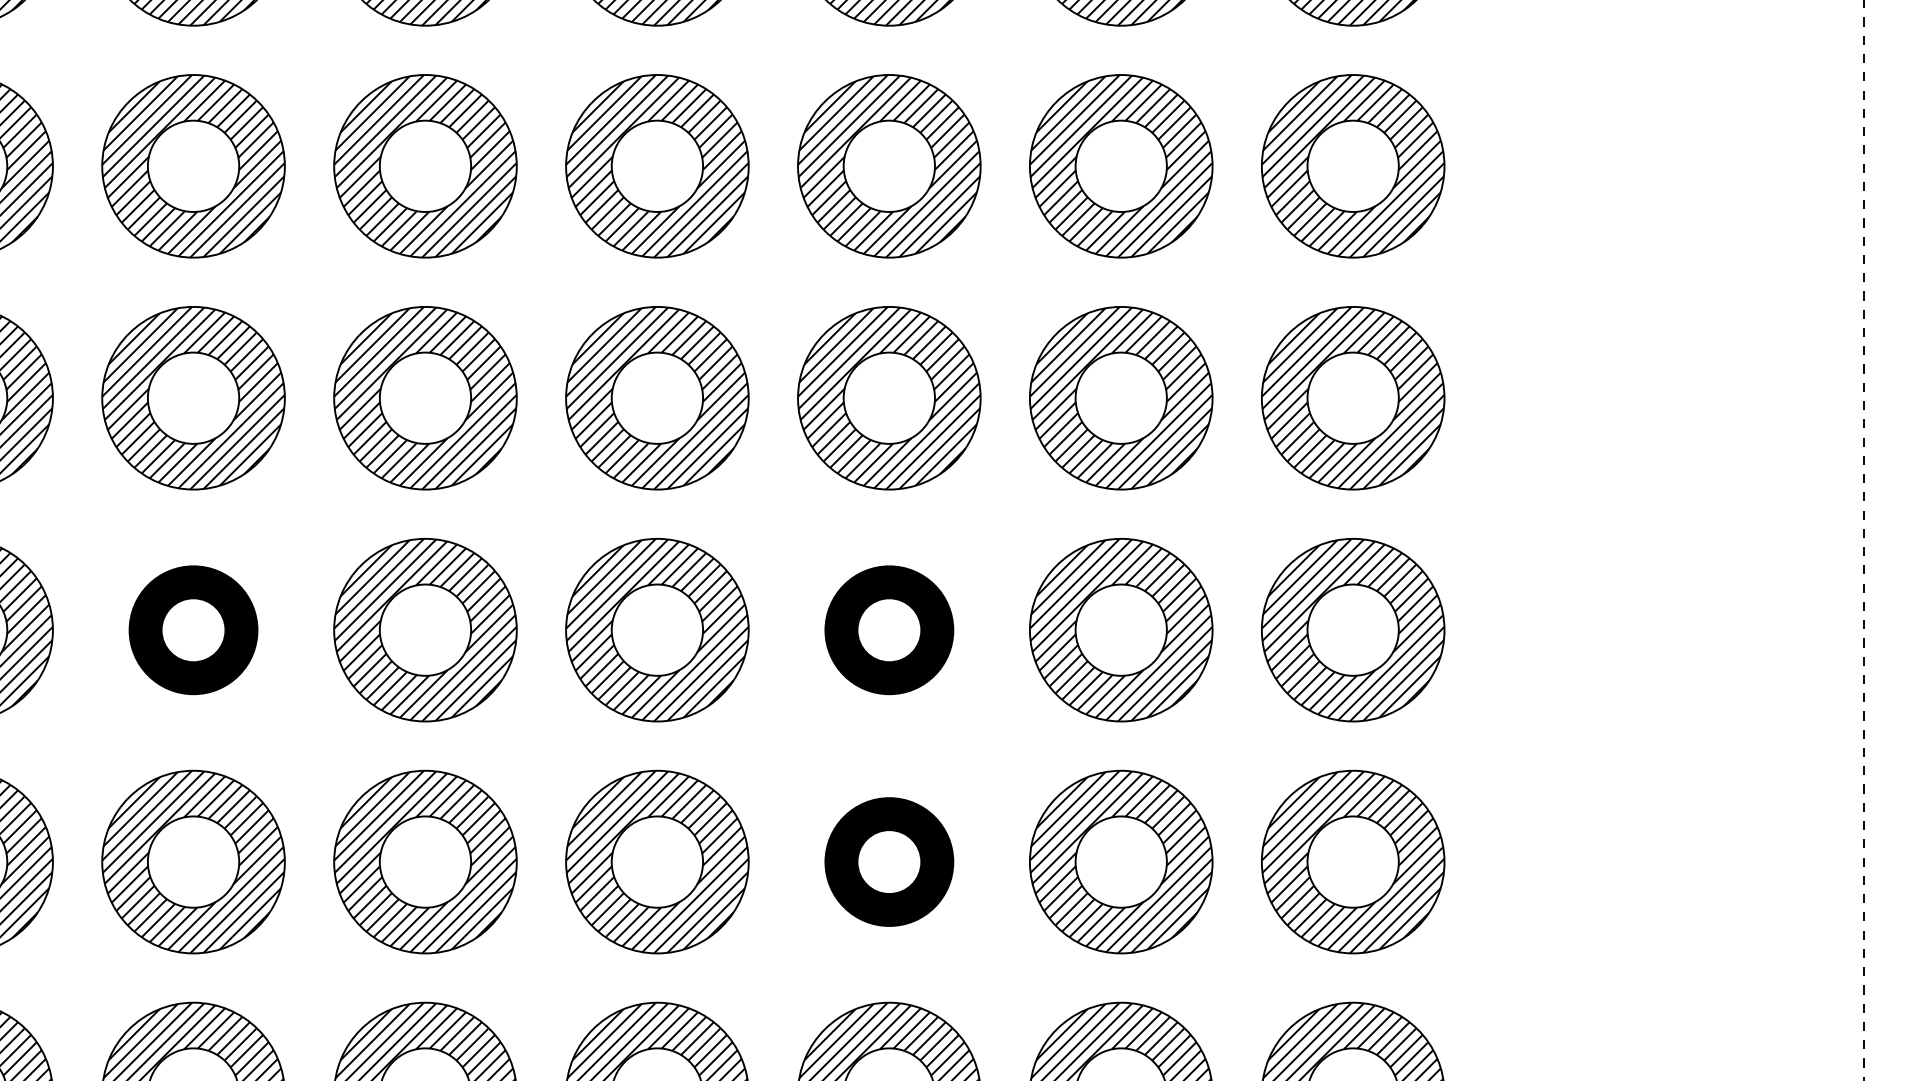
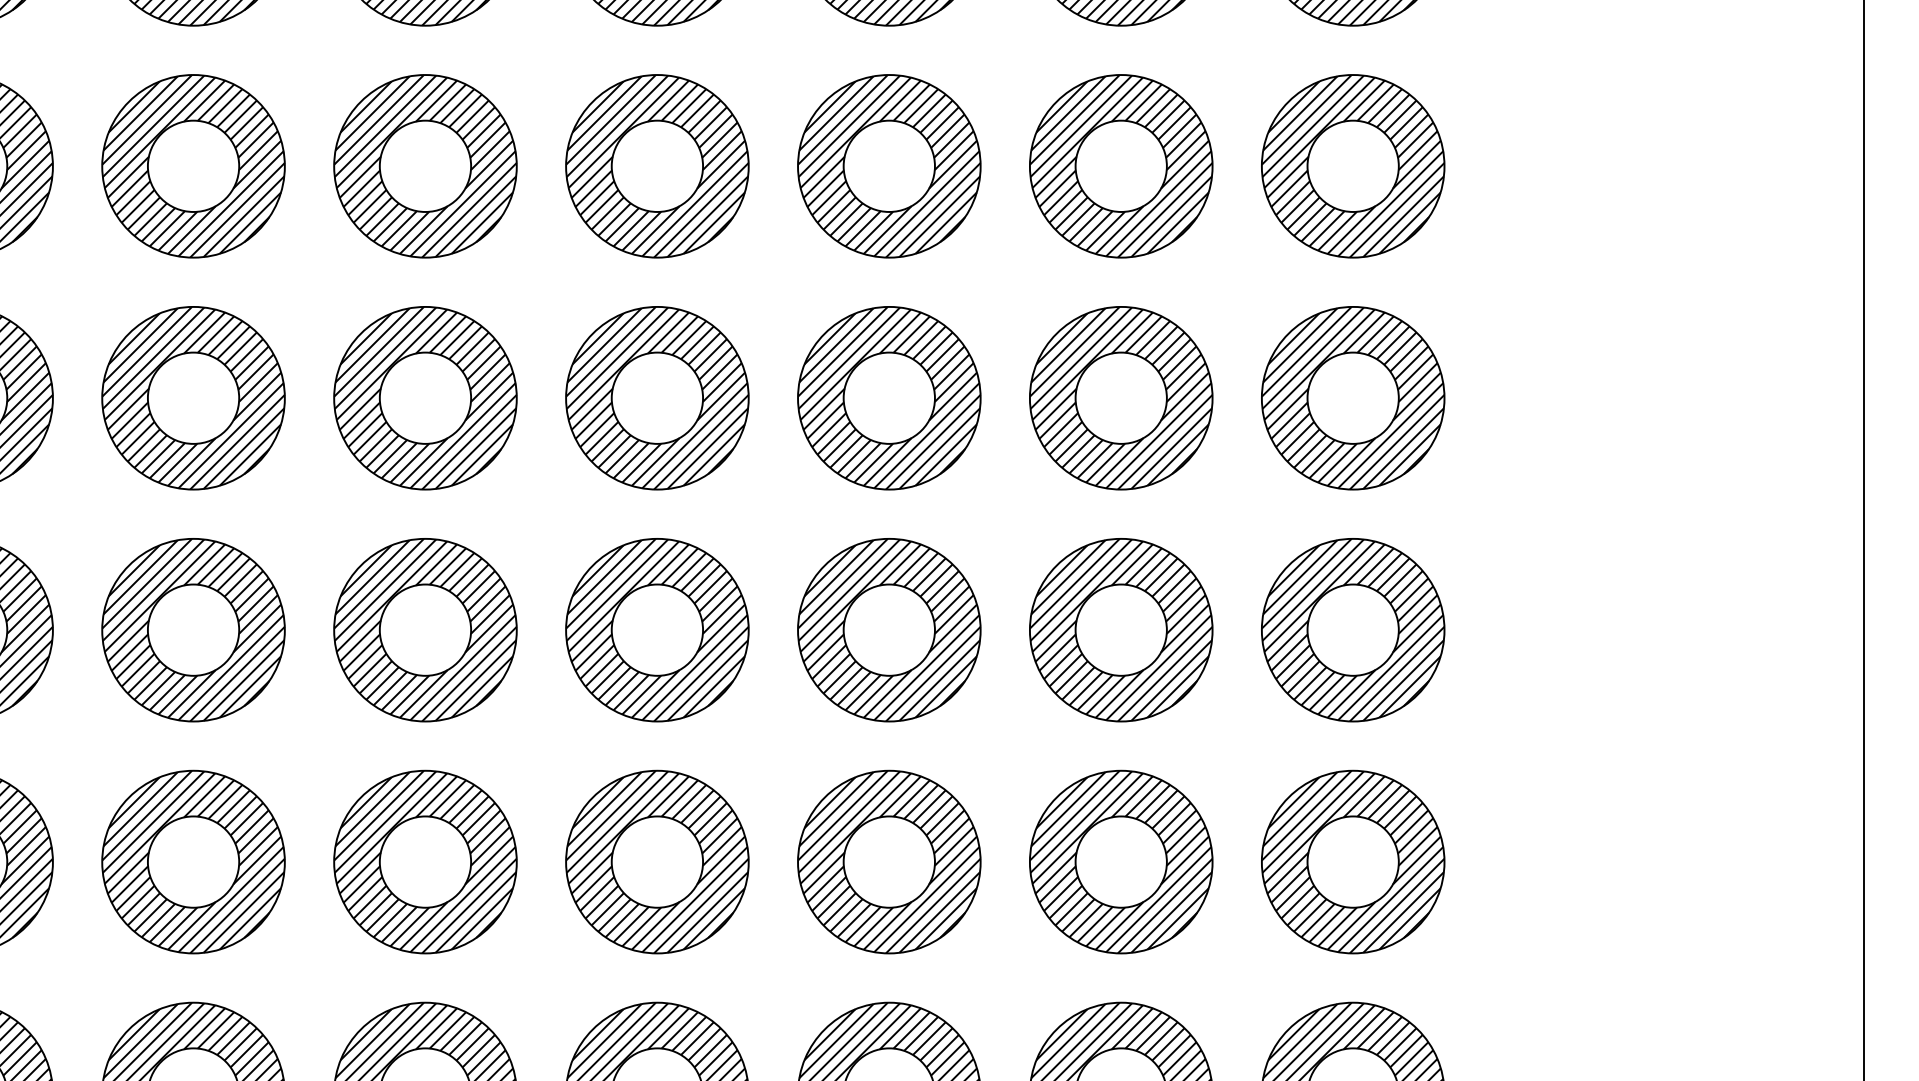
line at (1863, 539): dashed -> solid
part at (193, 630) size: 131x131 px -> 185x185 px
part at (889, 630) size: 131x131 px -> 185x185 px
part at (889, 861) size: 131x130 px -> 185x186 px
